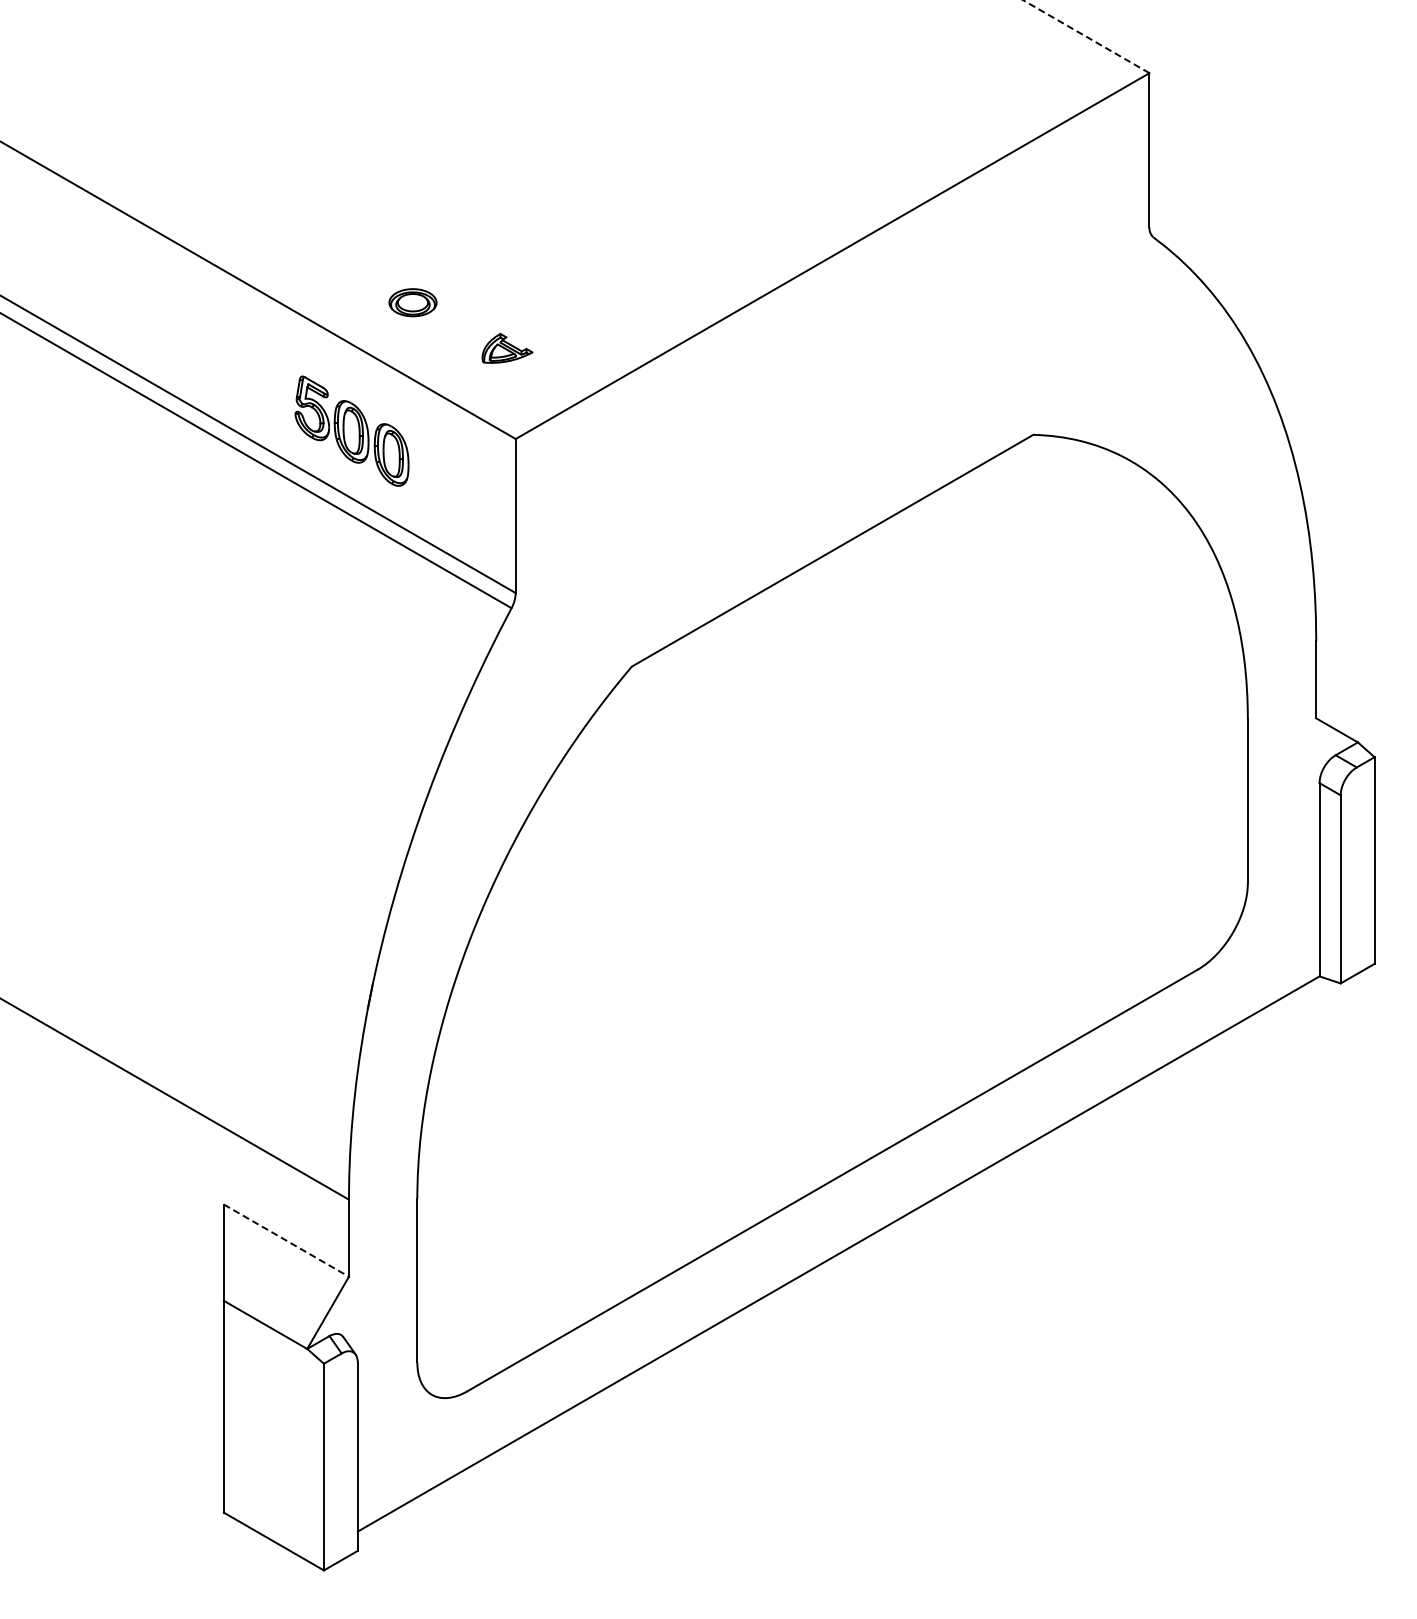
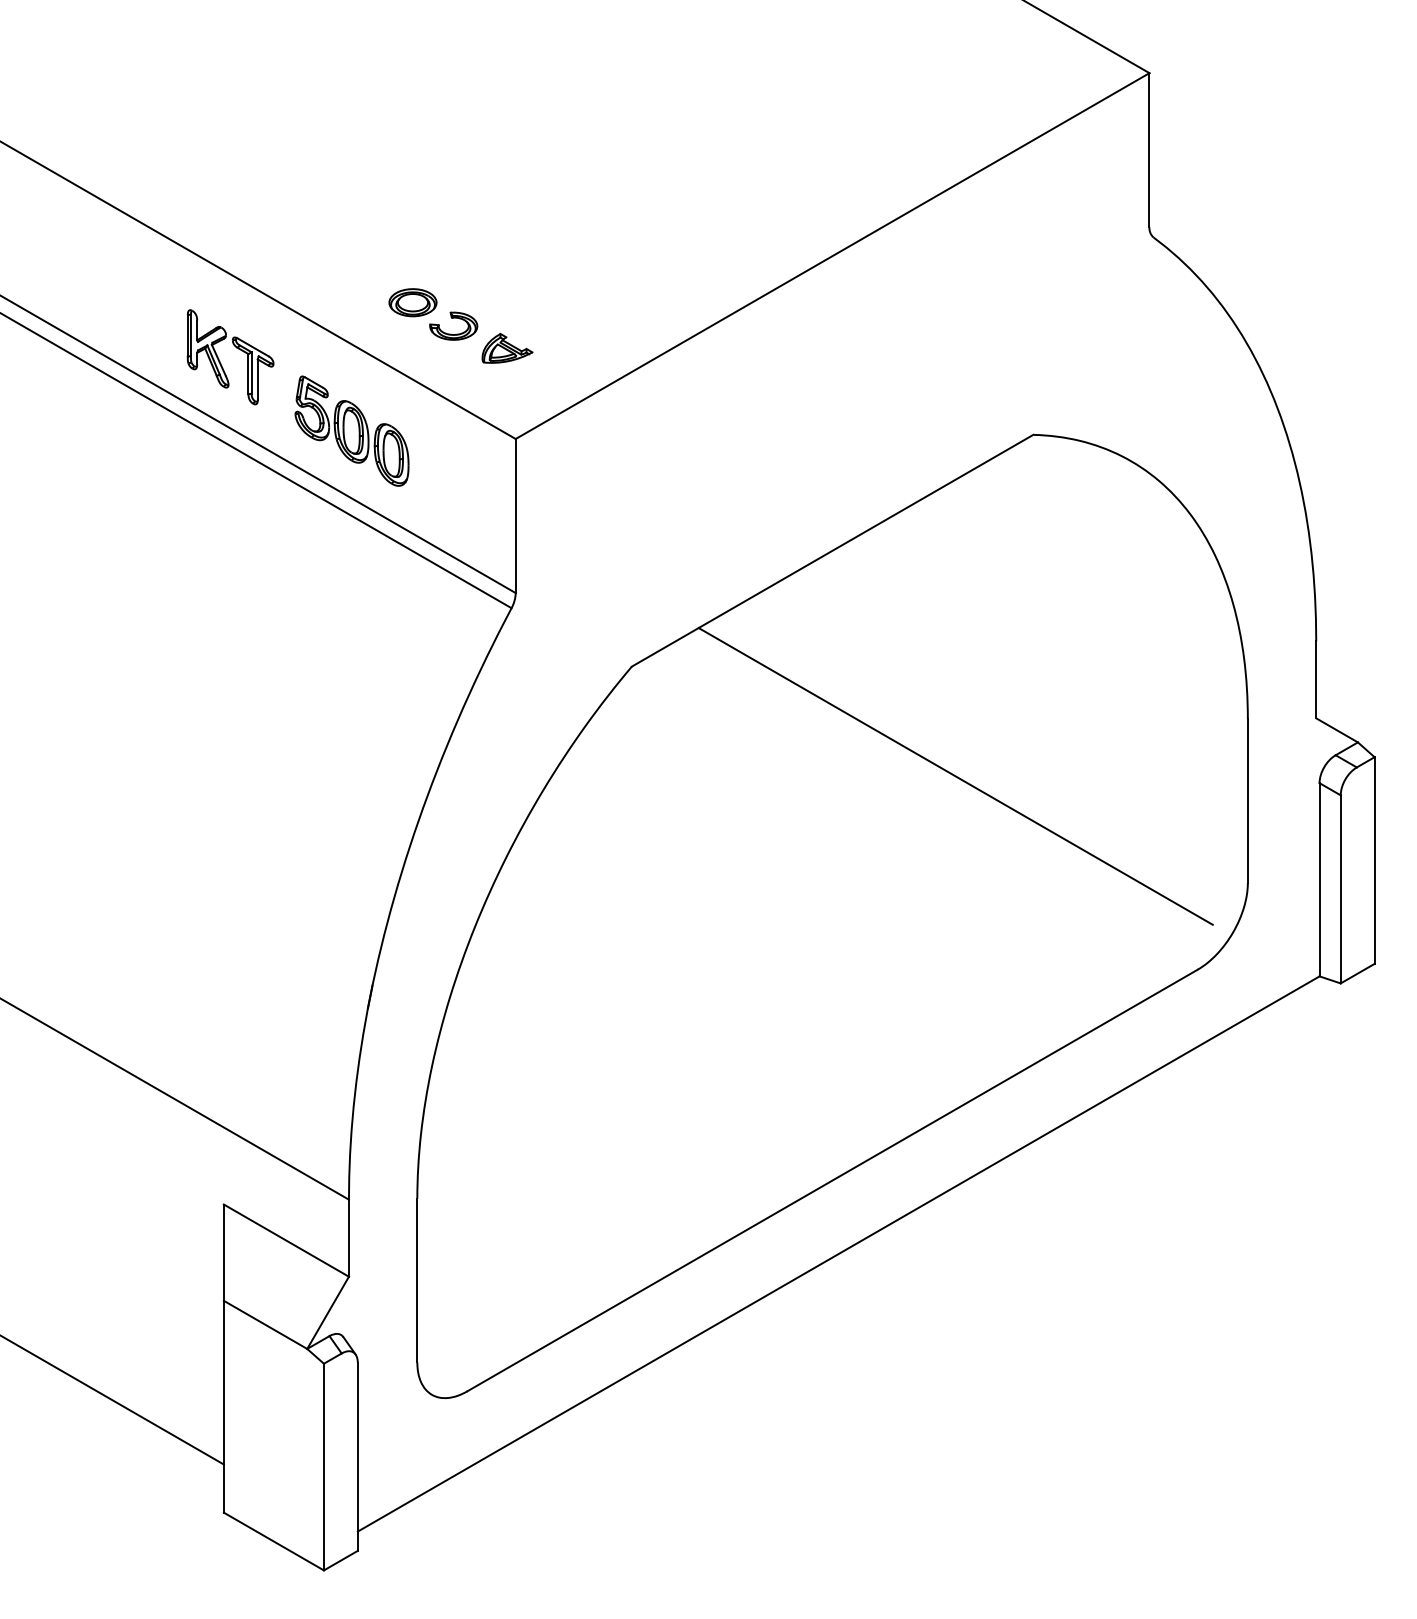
line at (1086, 36): dashed -> solid
part at (453, 318): none -> present
part at (220, 361): none -> present
line at (955, 776): none -> present
line at (286, 1240): dashed -> solid
line at (112, 1400): none -> present
